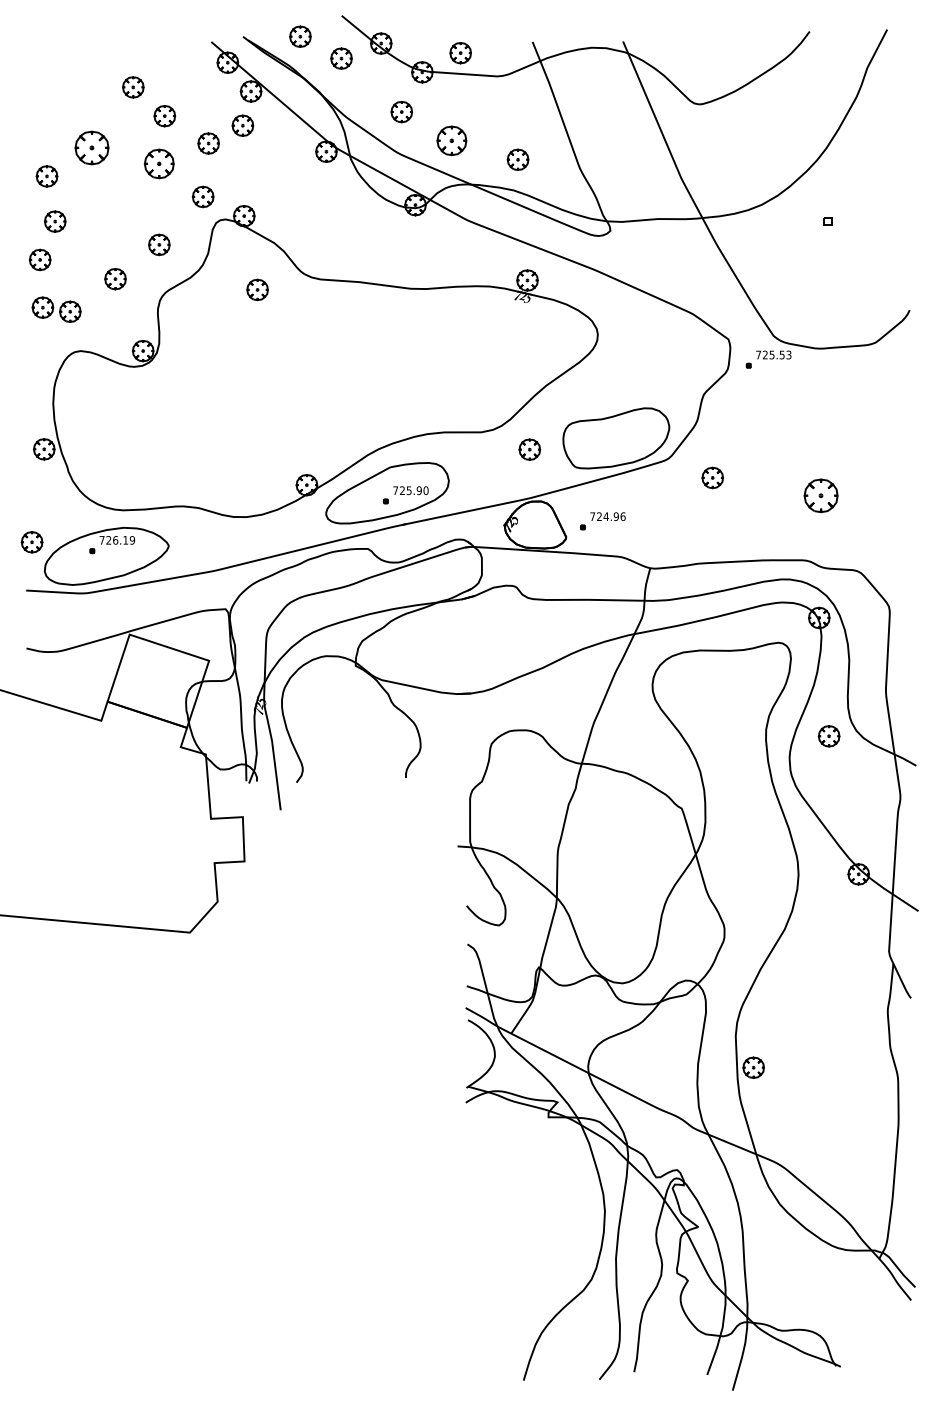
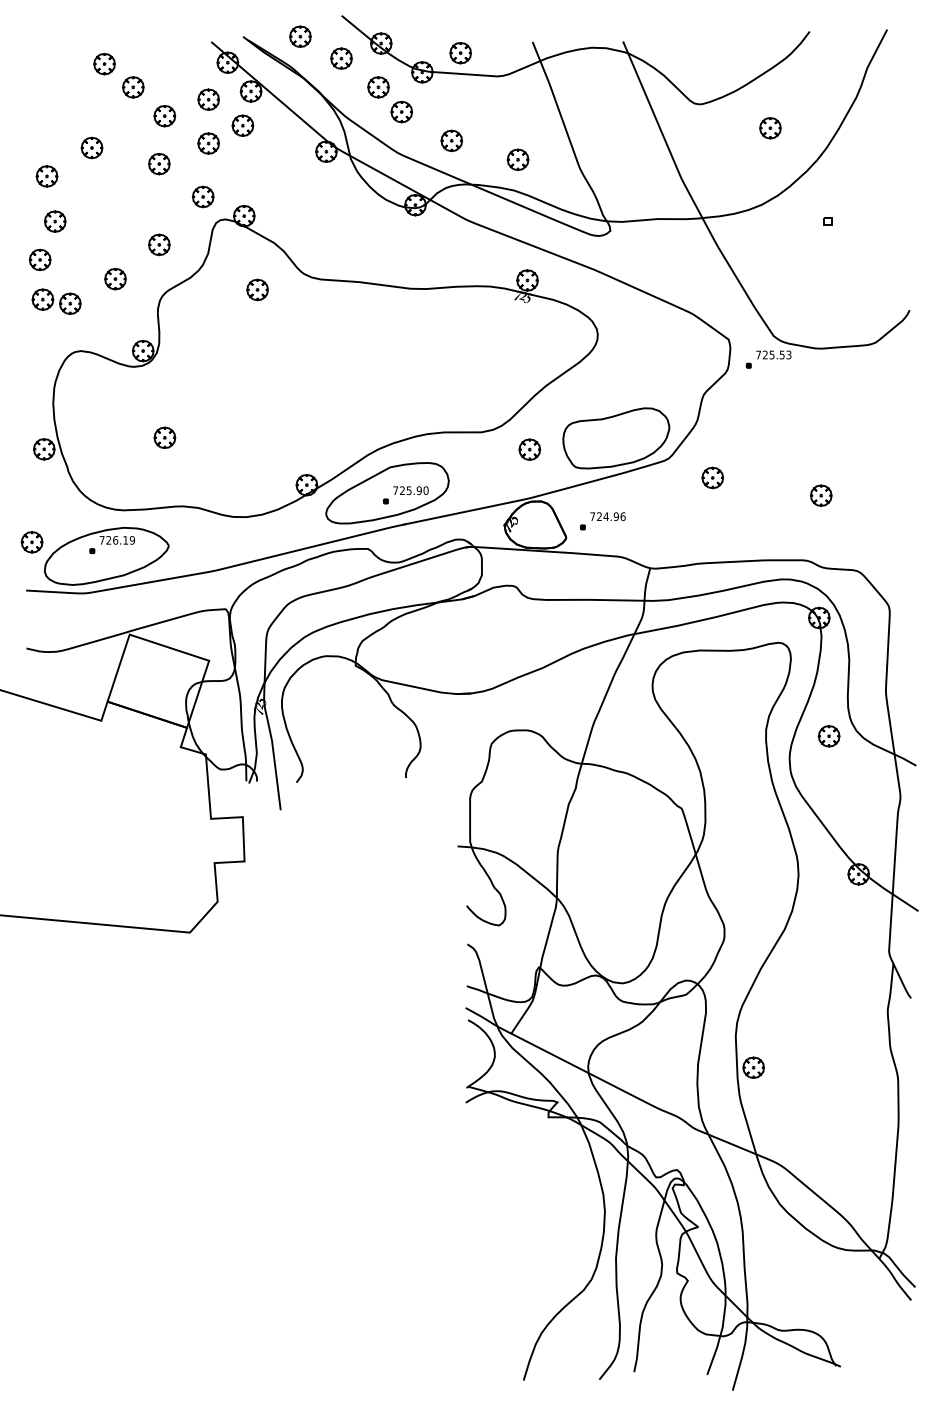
part at (104, 64): none -> present
part at (378, 87): none -> present
part at (208, 99): none -> present
part at (770, 128): none -> present
part at (451, 140) size: 32x32 px -> 23x24 px
part at (91, 147) size: 36x36 px -> 24x24 px
part at (159, 163) size: 31x32 px -> 23x23 px
part at (56, 309) position: (56, 309) -> (56, 301)
part at (164, 437): none -> present
part at (820, 495) size: 36x36 px -> 23x23 px
